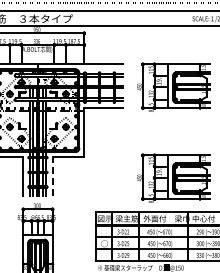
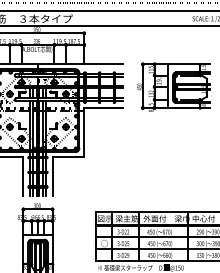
line at (52, 176): dashed -> solid
part at (173, 177): present -> none
